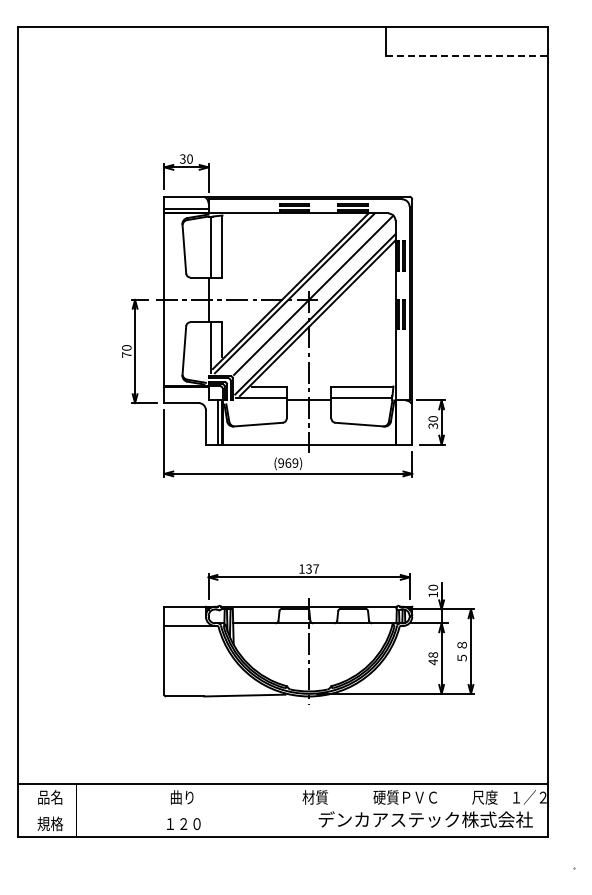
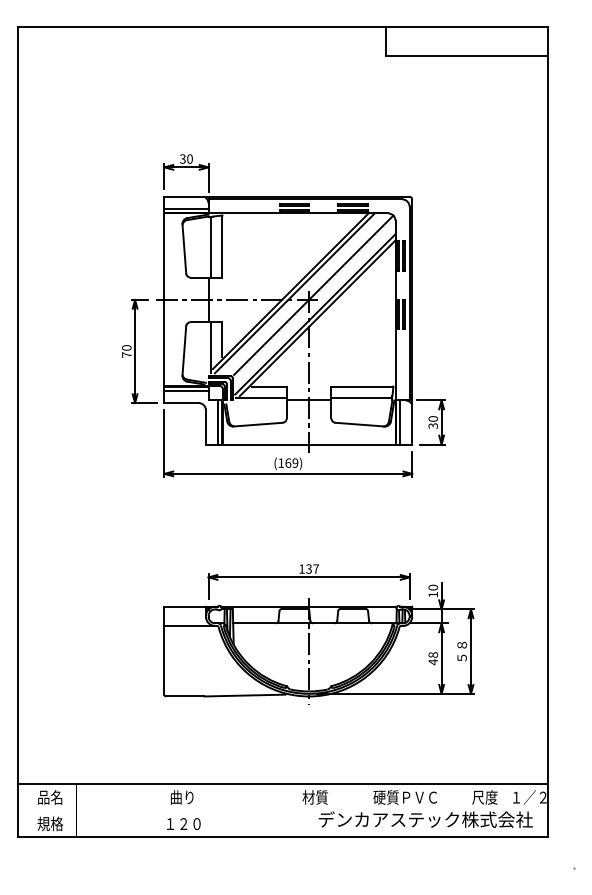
line at (467, 56): dashed -> solid
line at (186, 390): none -> present
line at (399, 422): none -> present
text at (281, 462): (969) -> (169)
